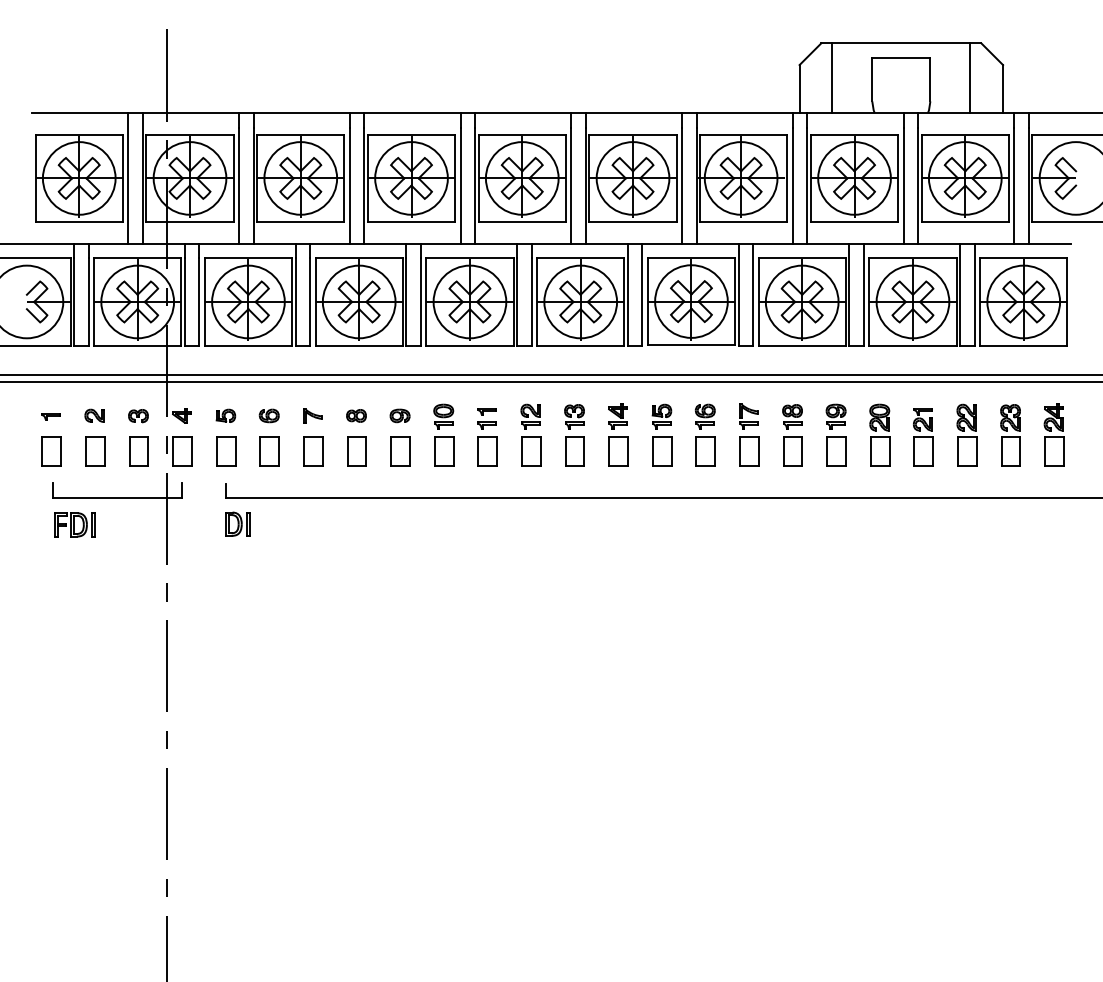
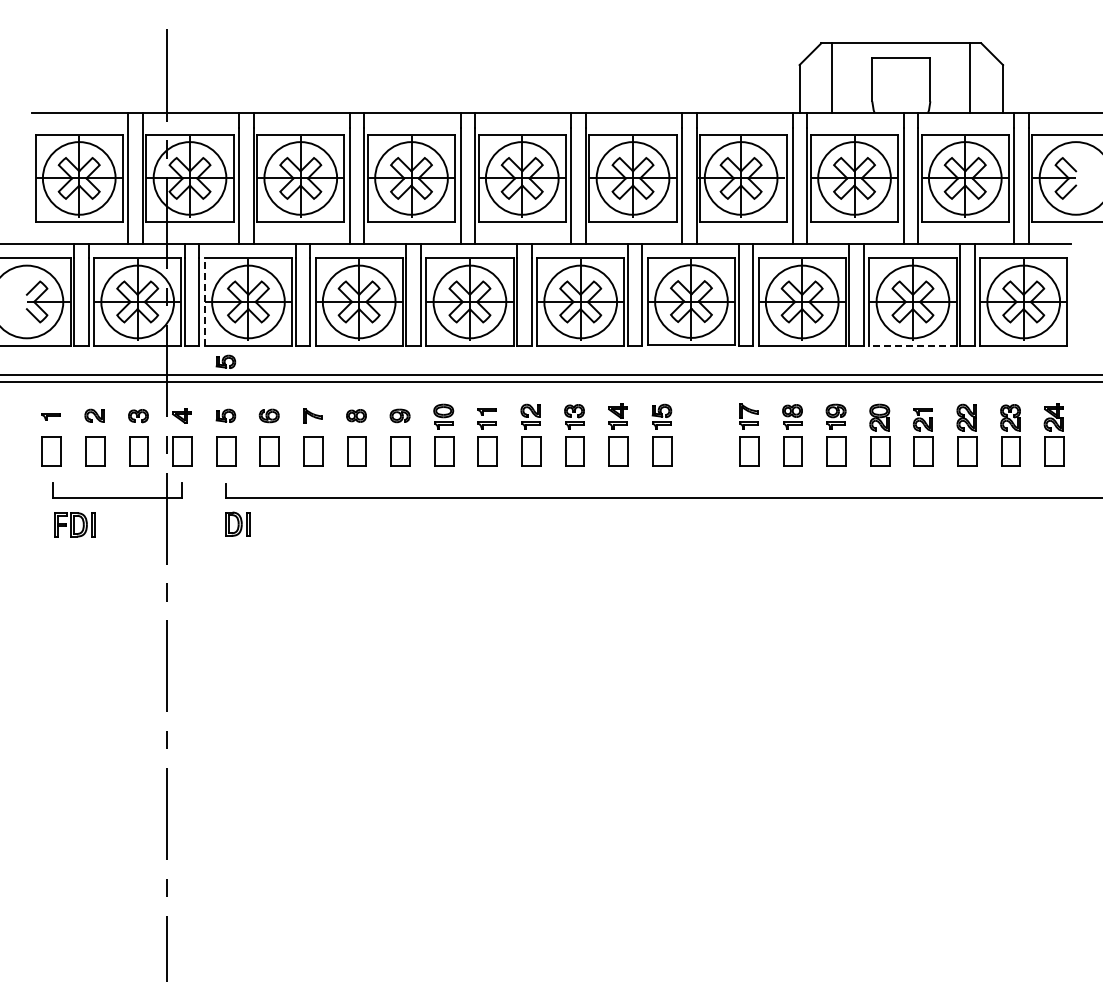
line at (204, 301): solid -> dashed
line at (912, 345): solid -> dashed
part at (225, 361): none -> present
part at (704, 434): present -> none
